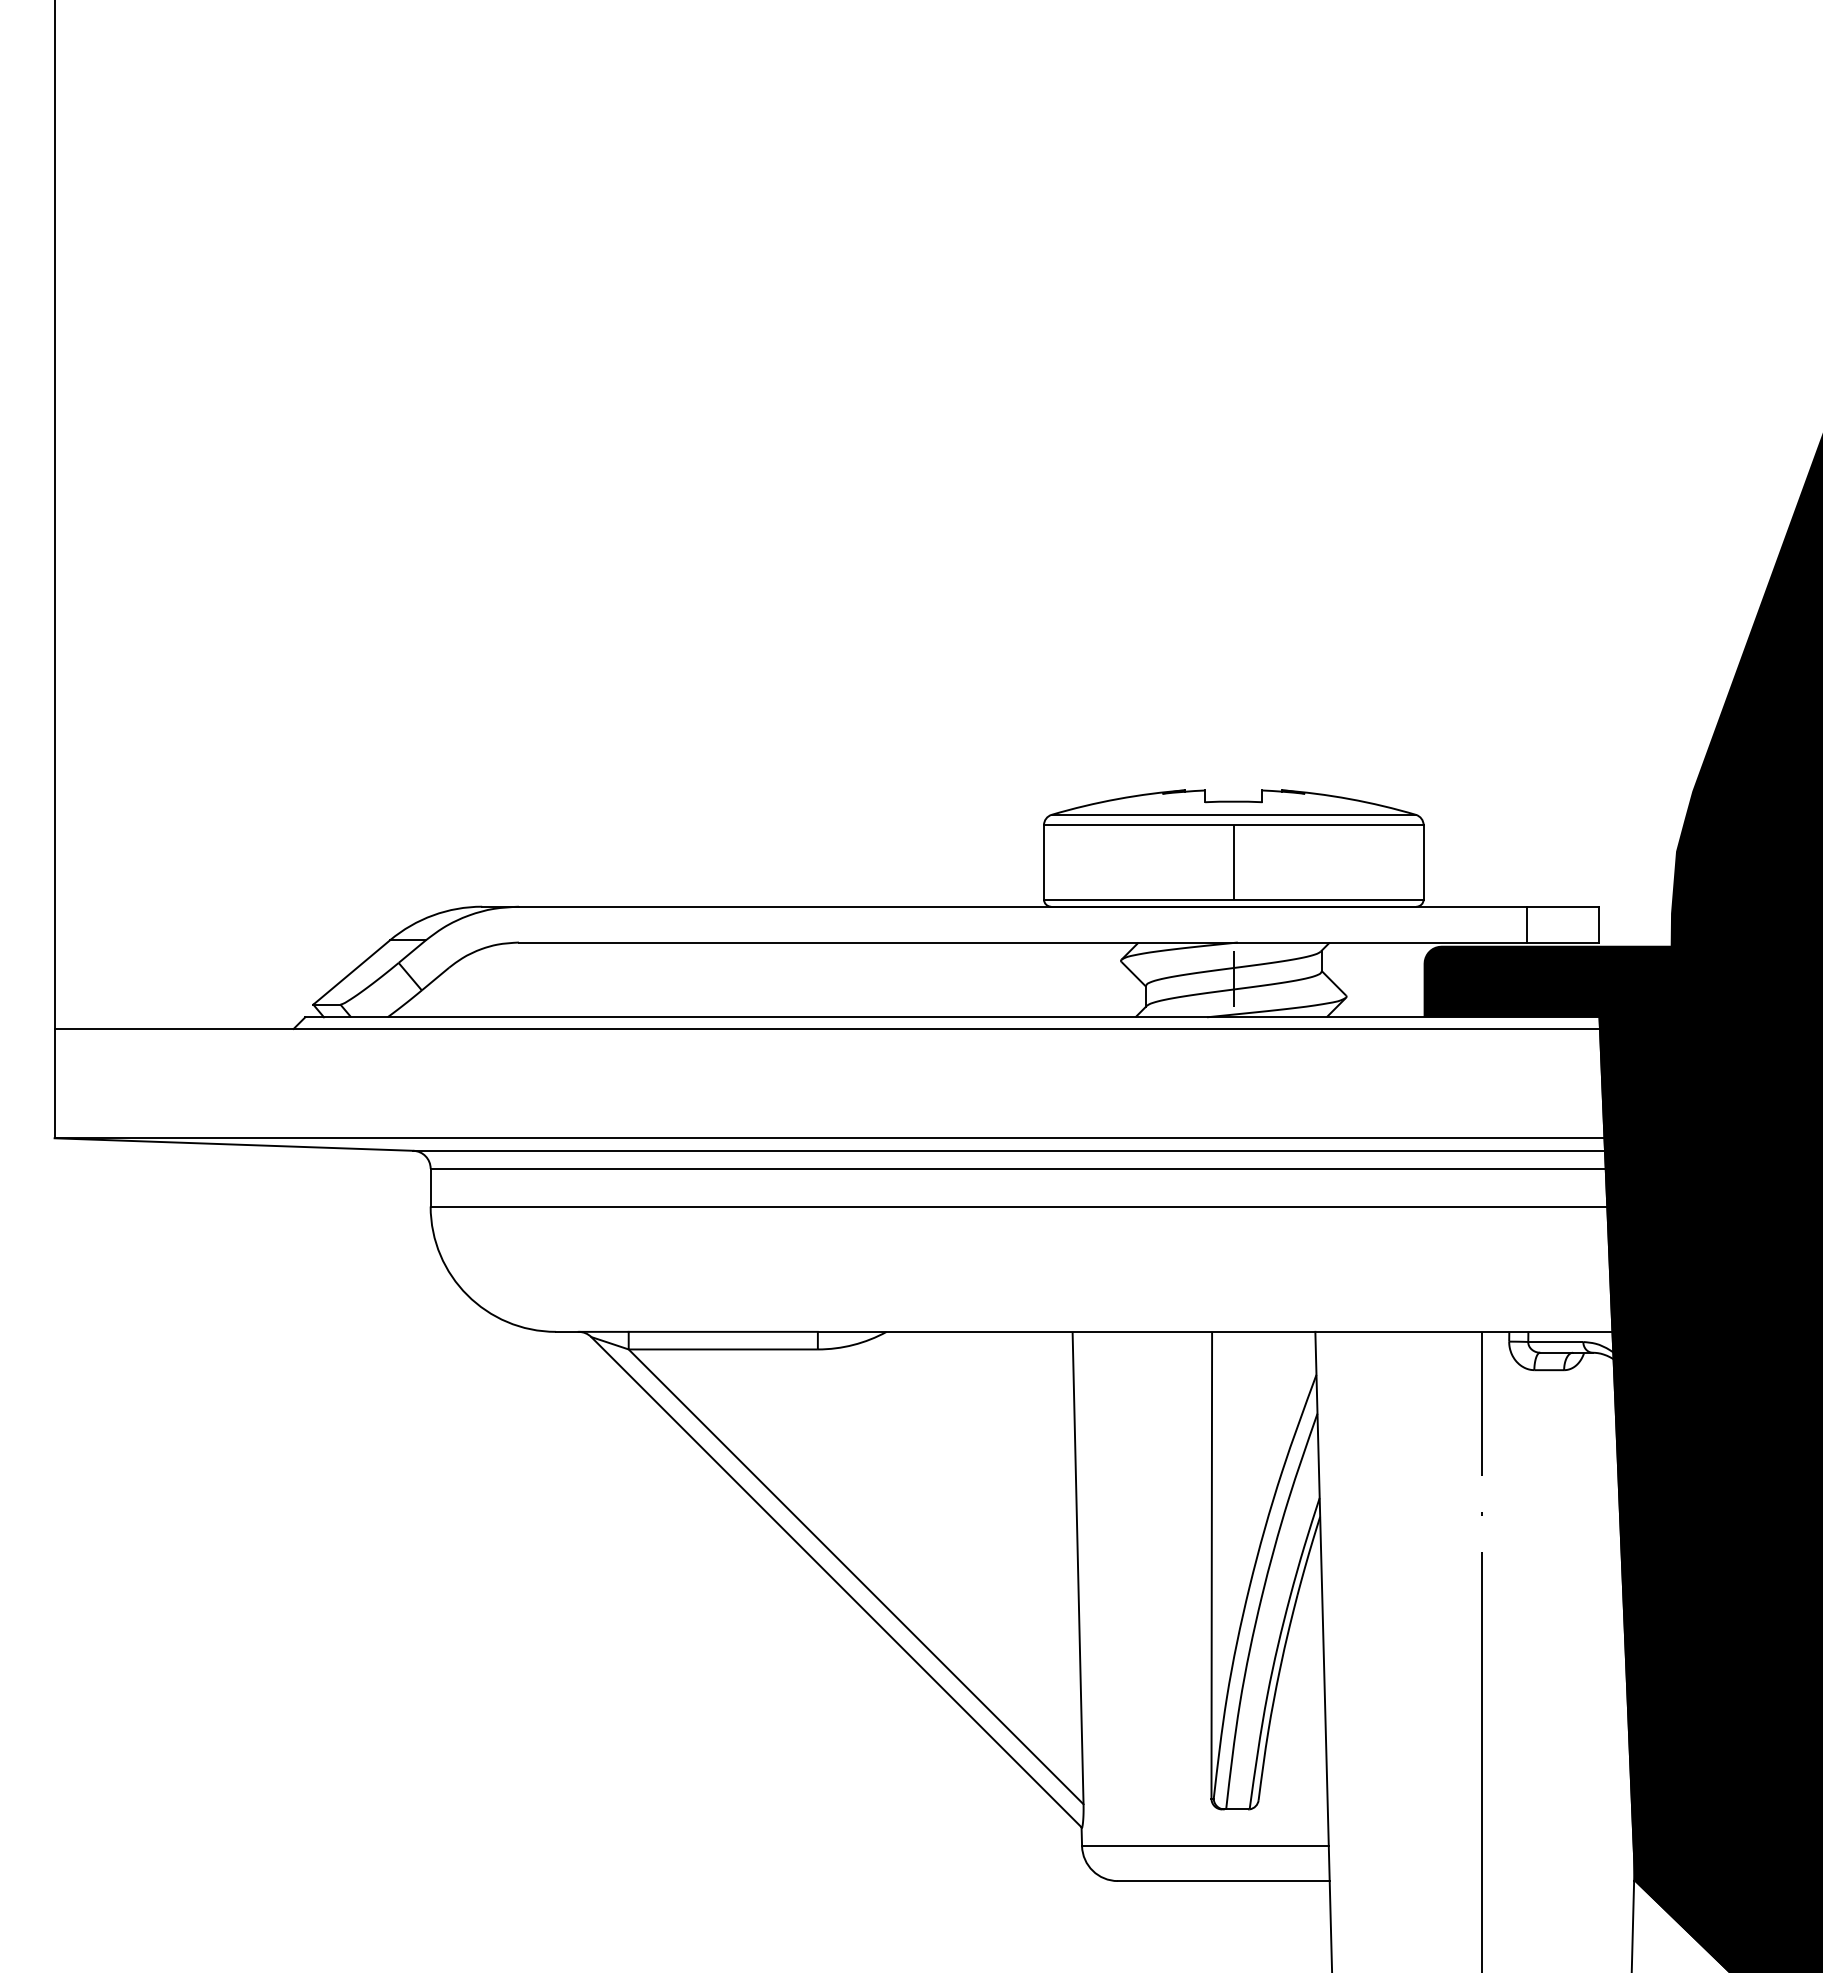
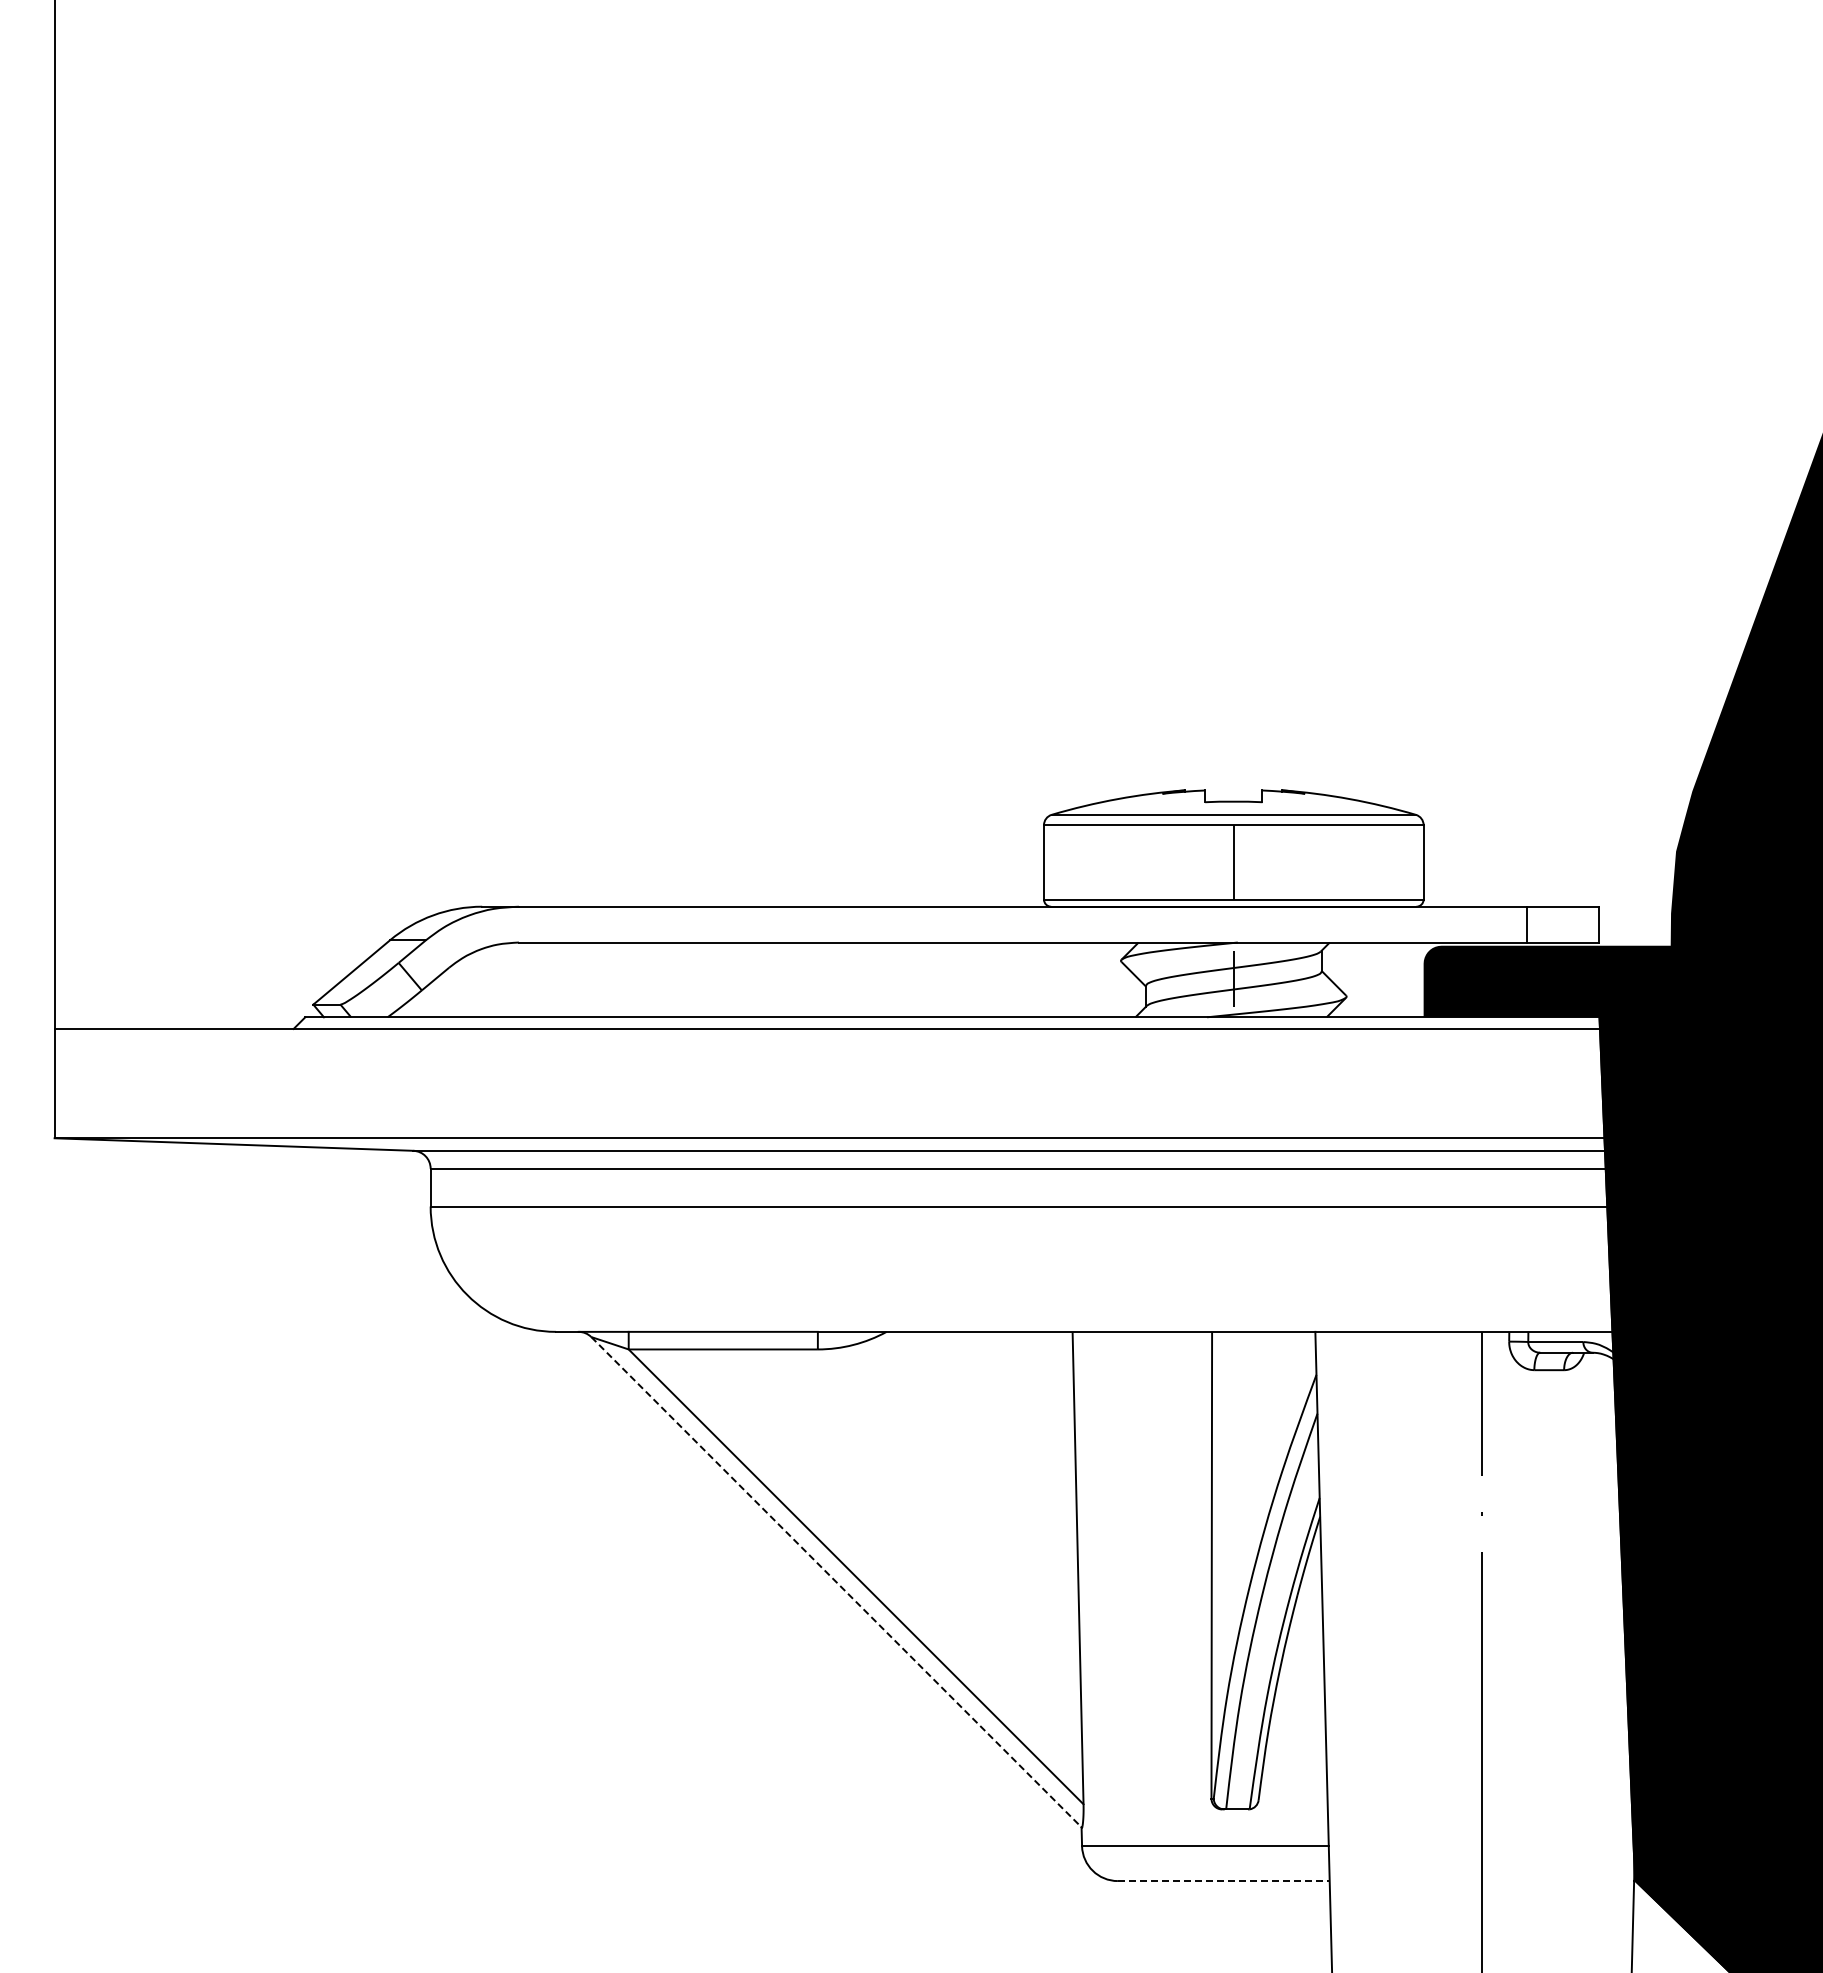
line at (836, 1582): solid -> dashed
line at (1223, 1881): solid -> dashed
